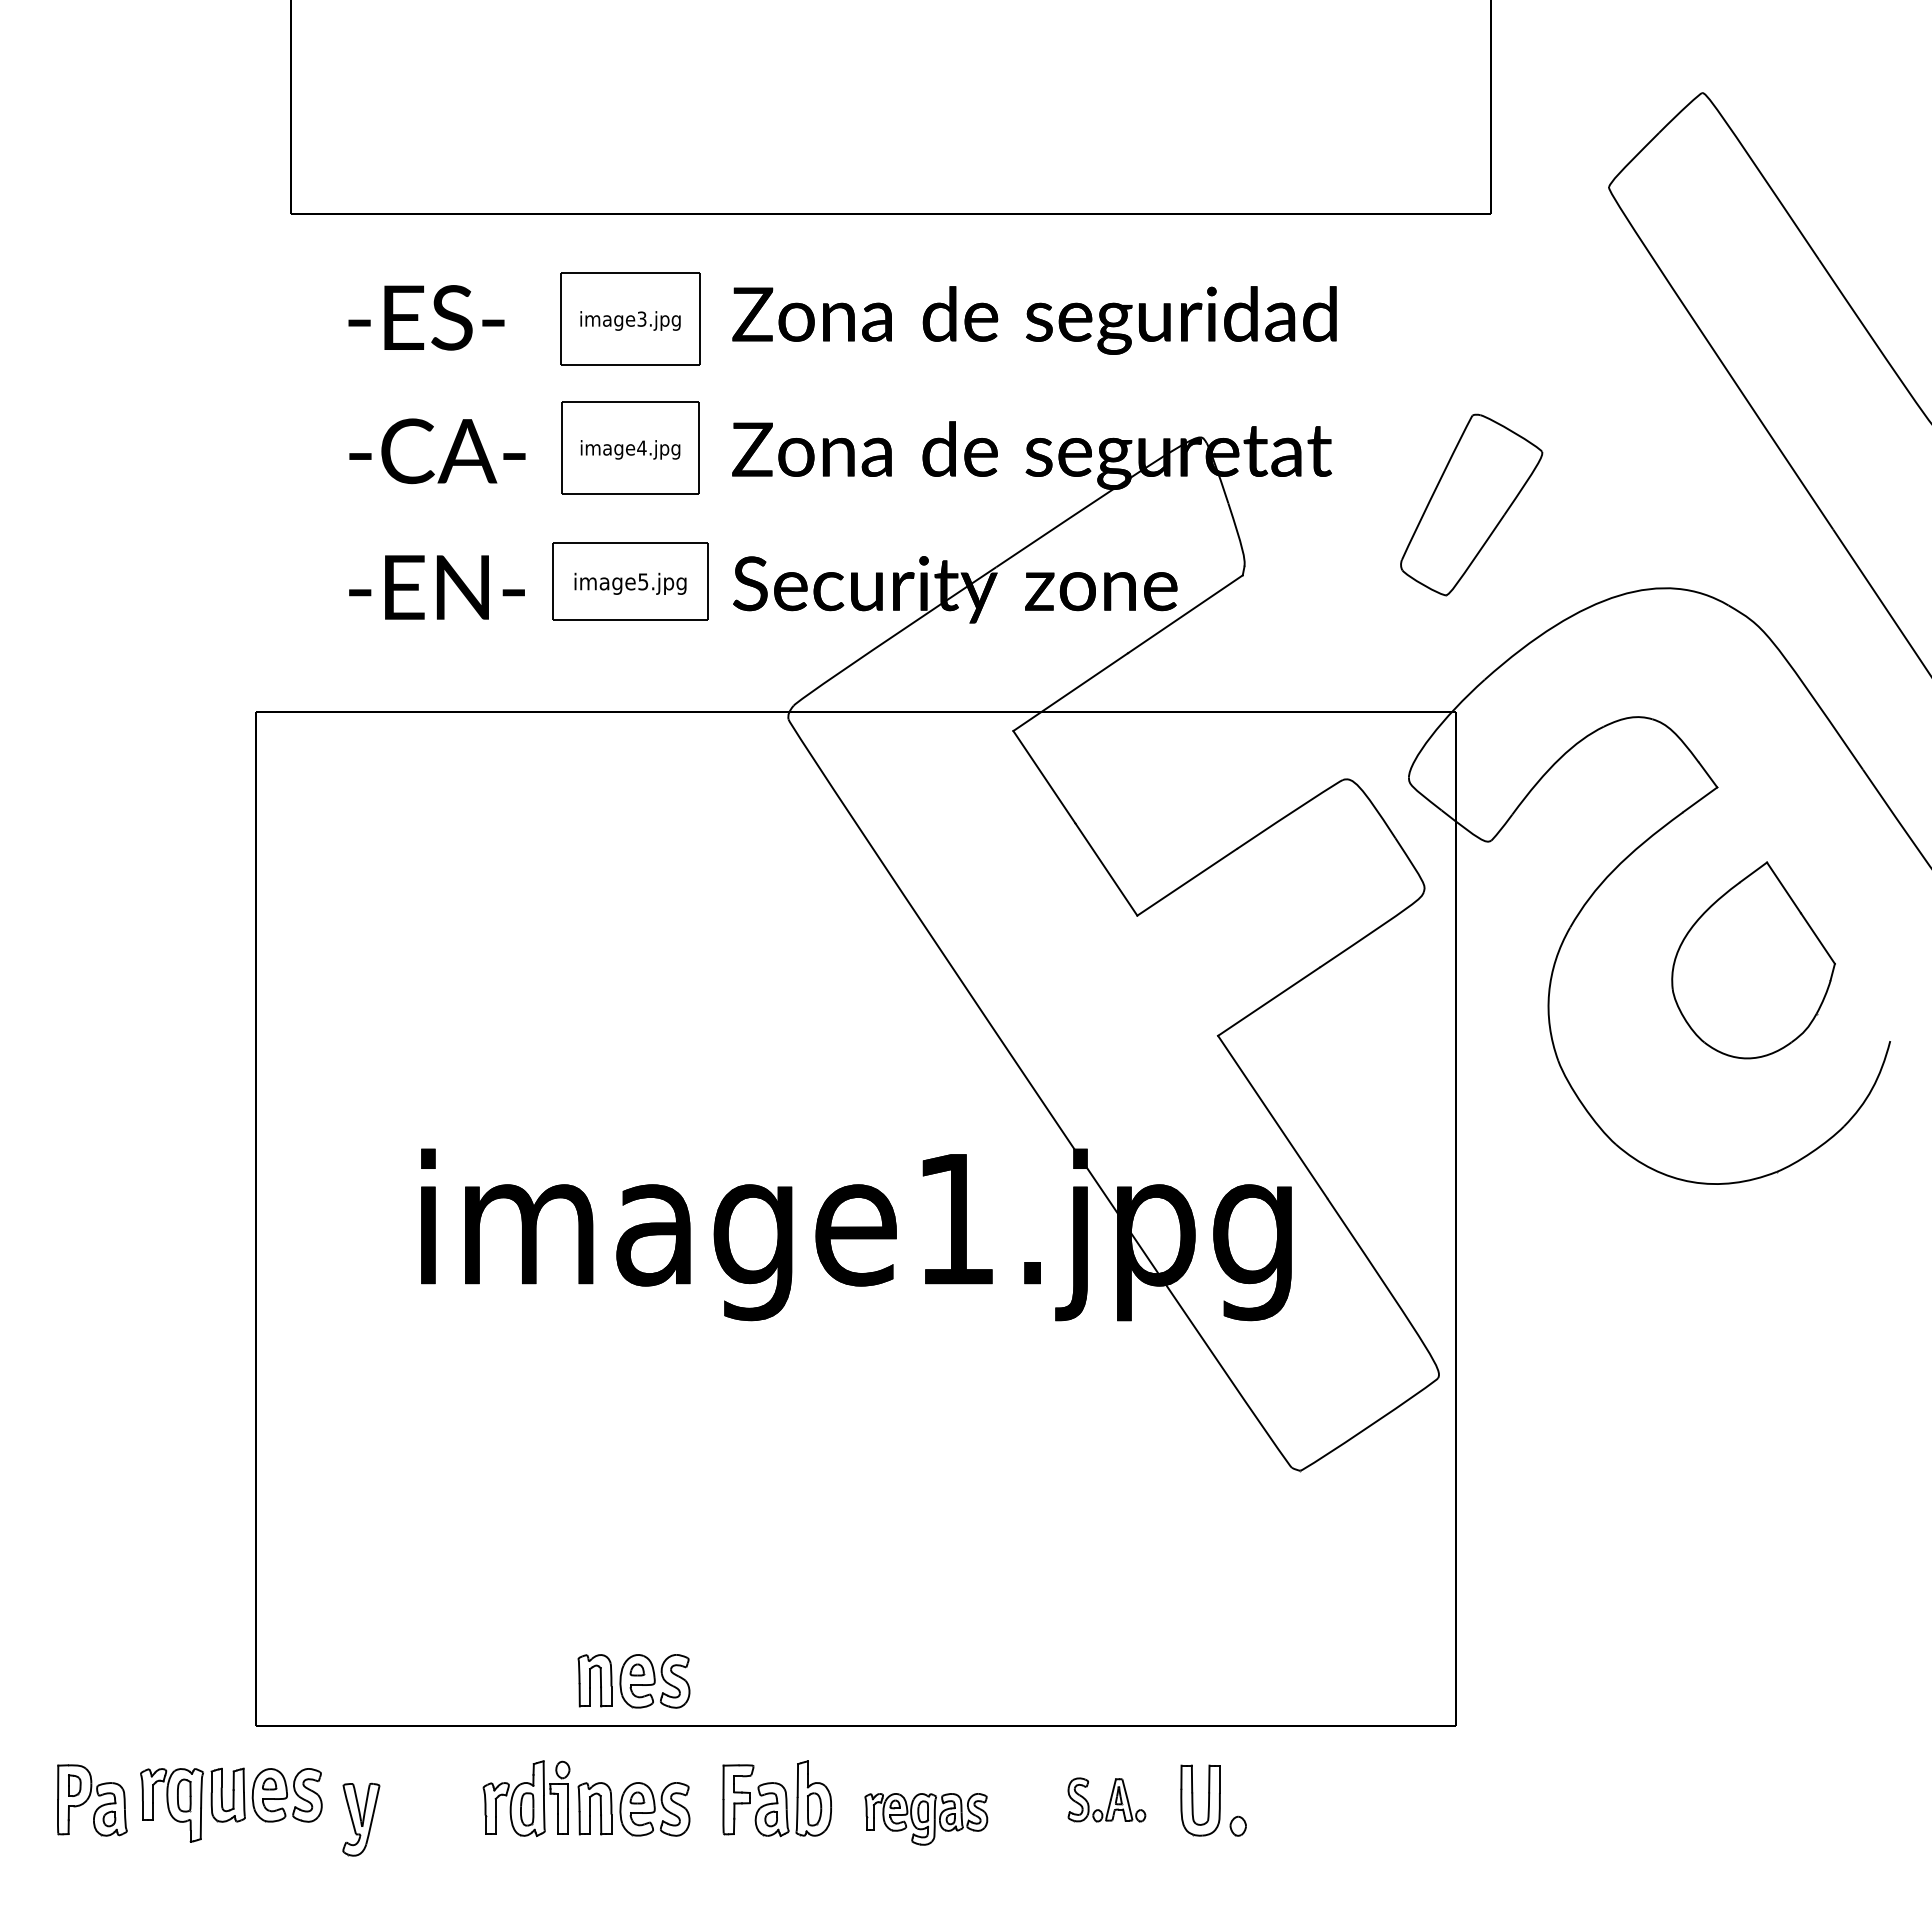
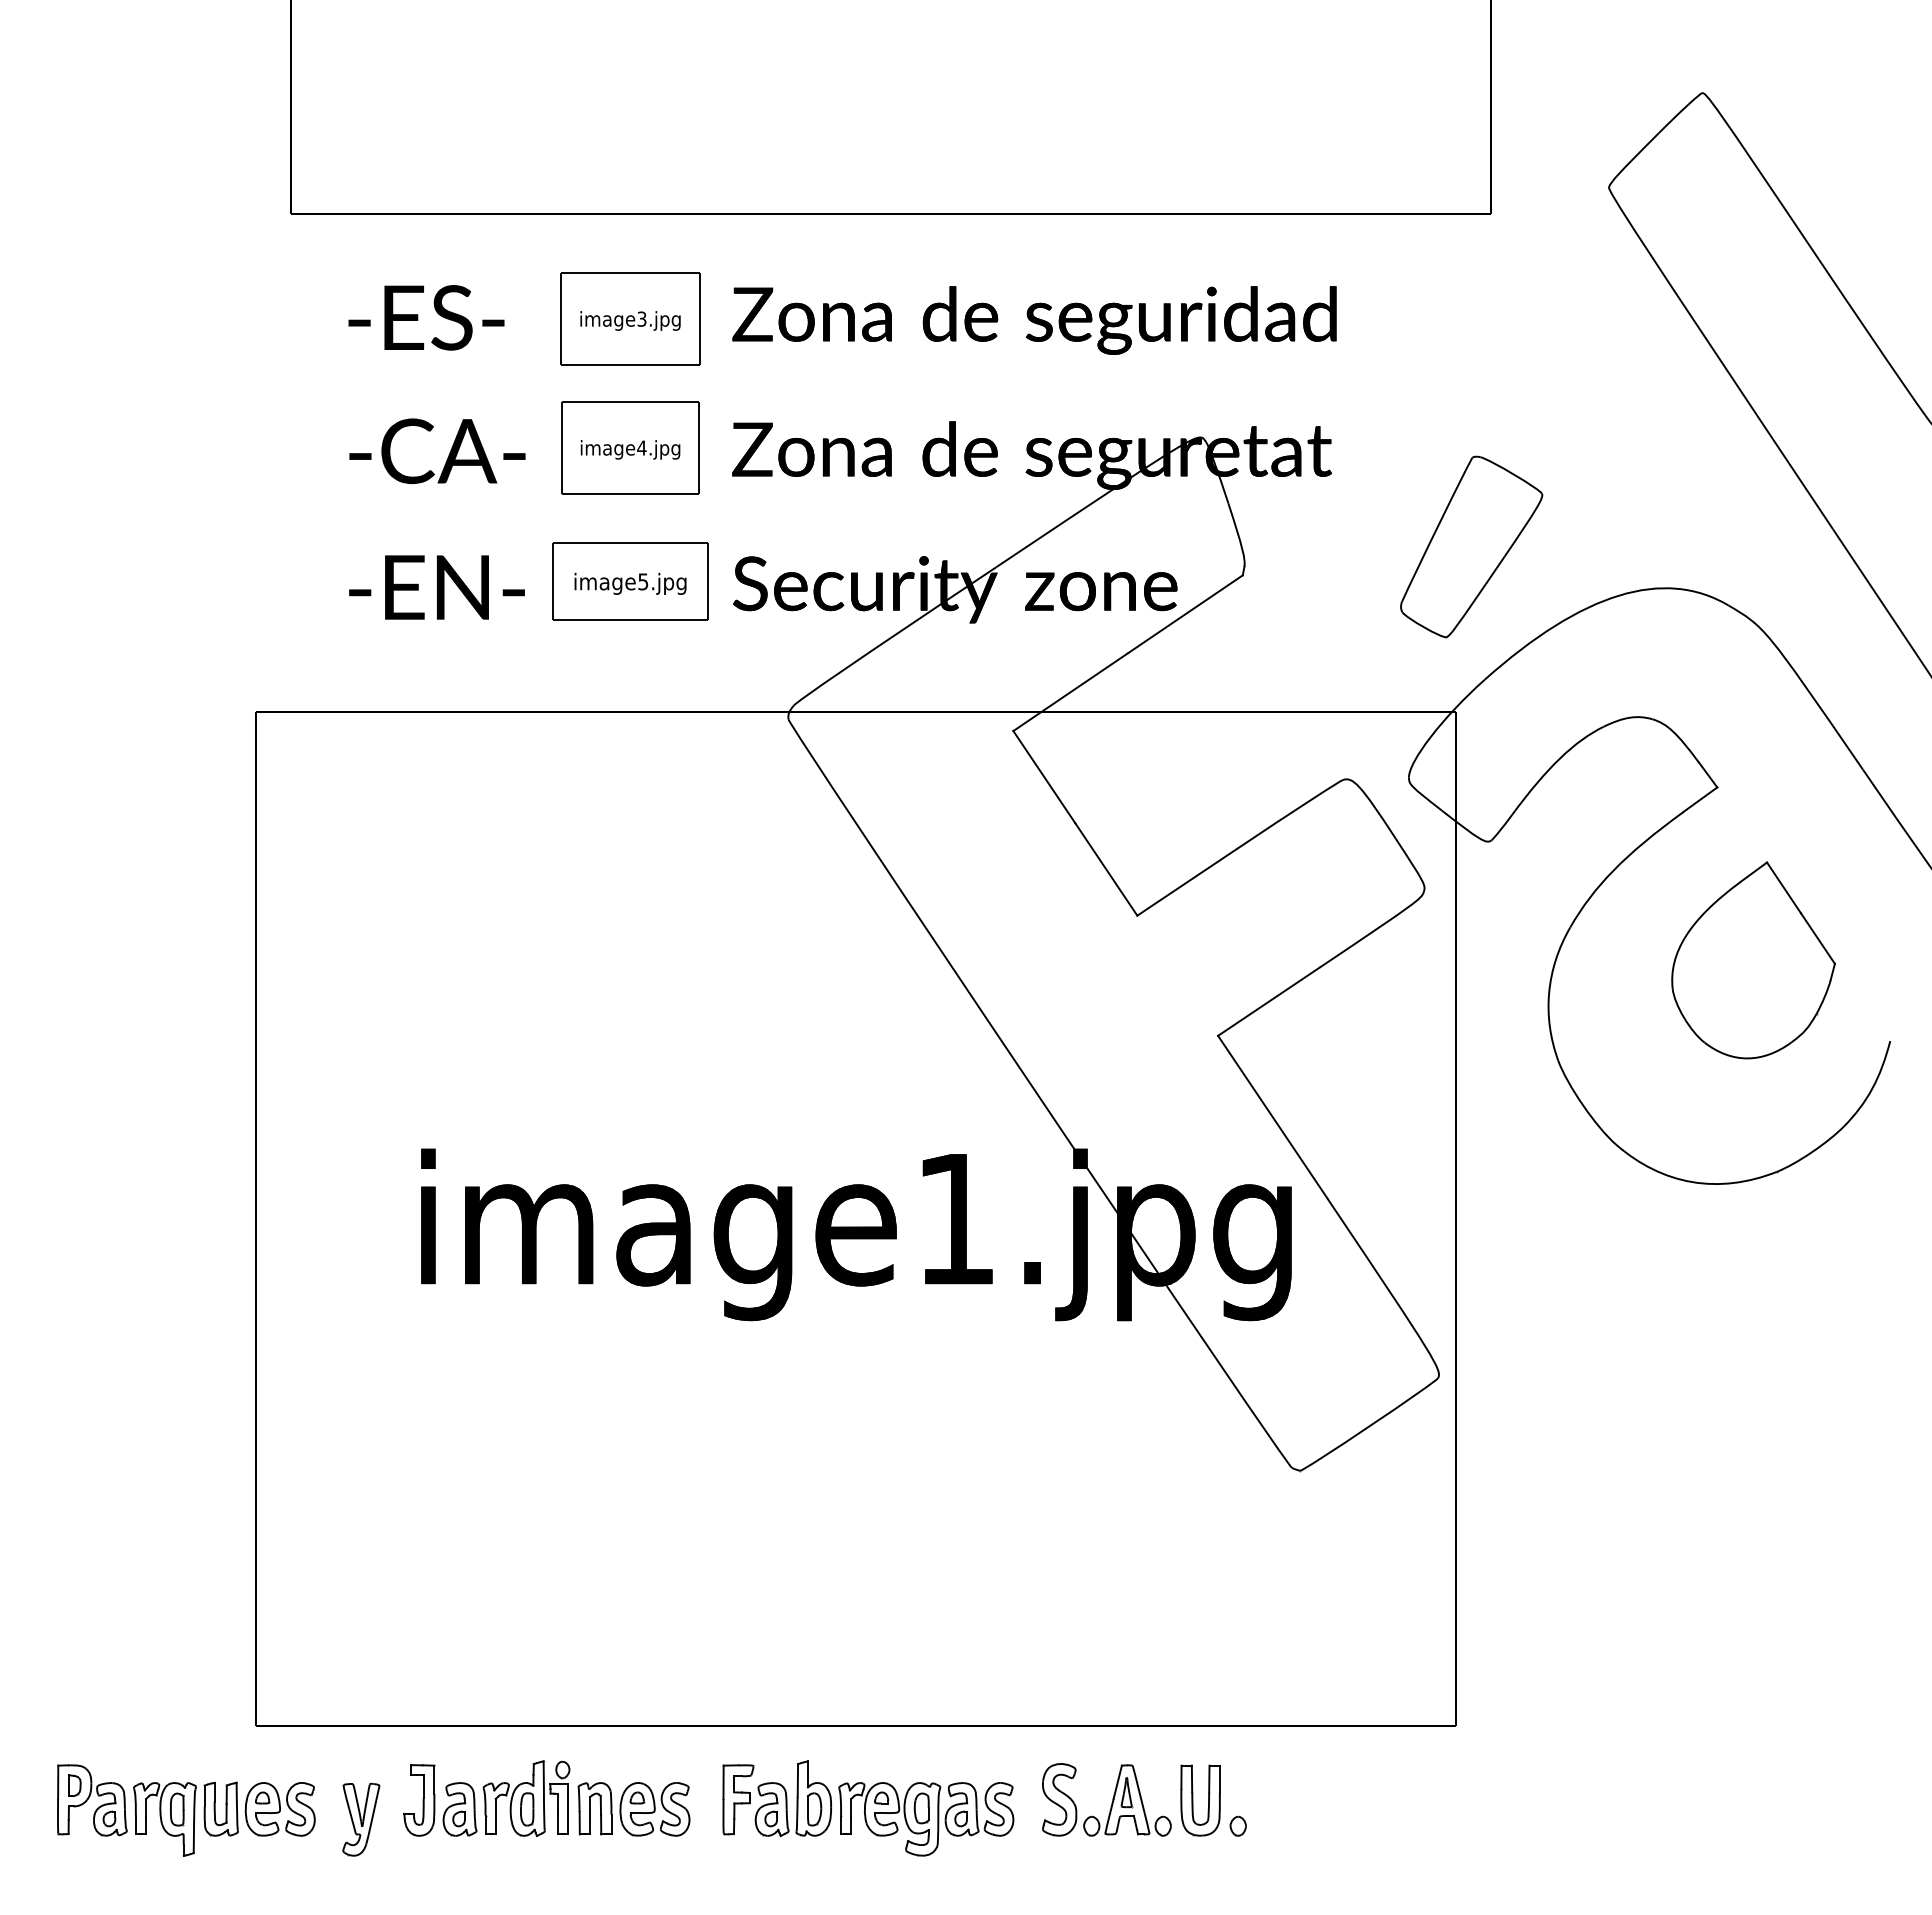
part at (1471, 504) position: (1471, 504) -> (1471, 546)
part at (633, 1681): present -> none
part at (1106, 1799) size: 80x46 px -> 130x74 px
part at (440, 1800): none -> present
part at (231, 1804) position: (231, 1804) -> (224, 1818)
part at (926, 1819) size: 125x53 px -> 177x75 px
